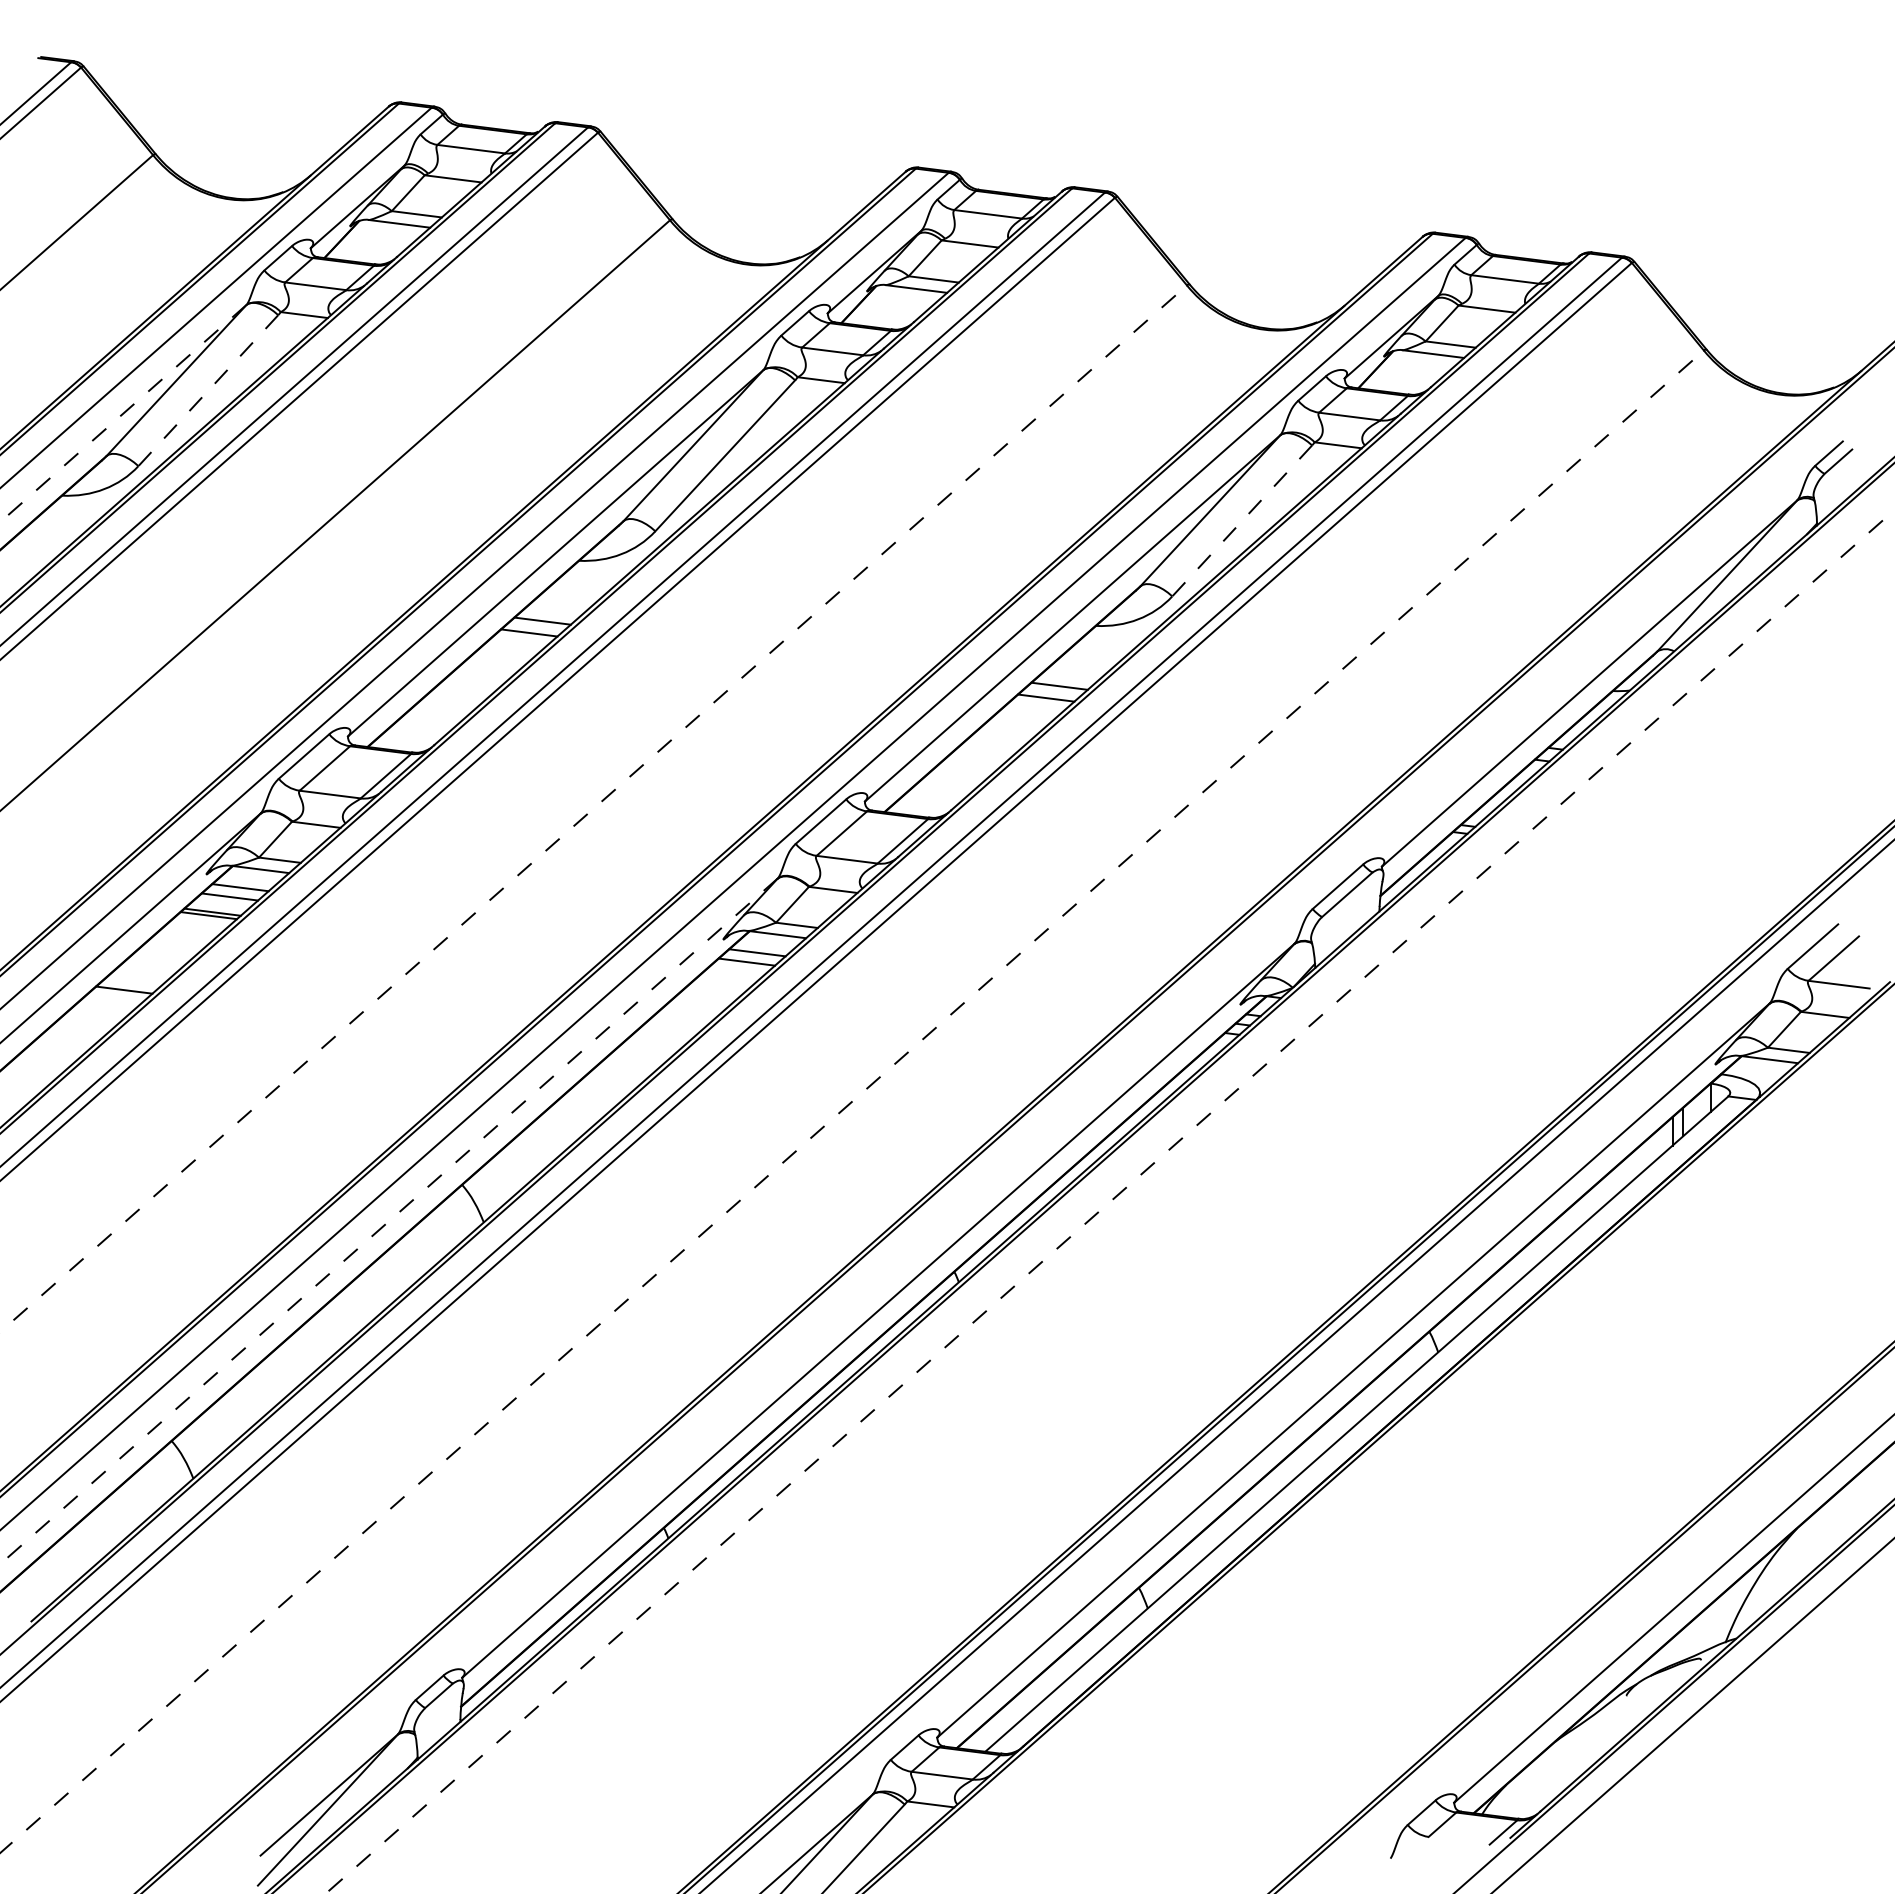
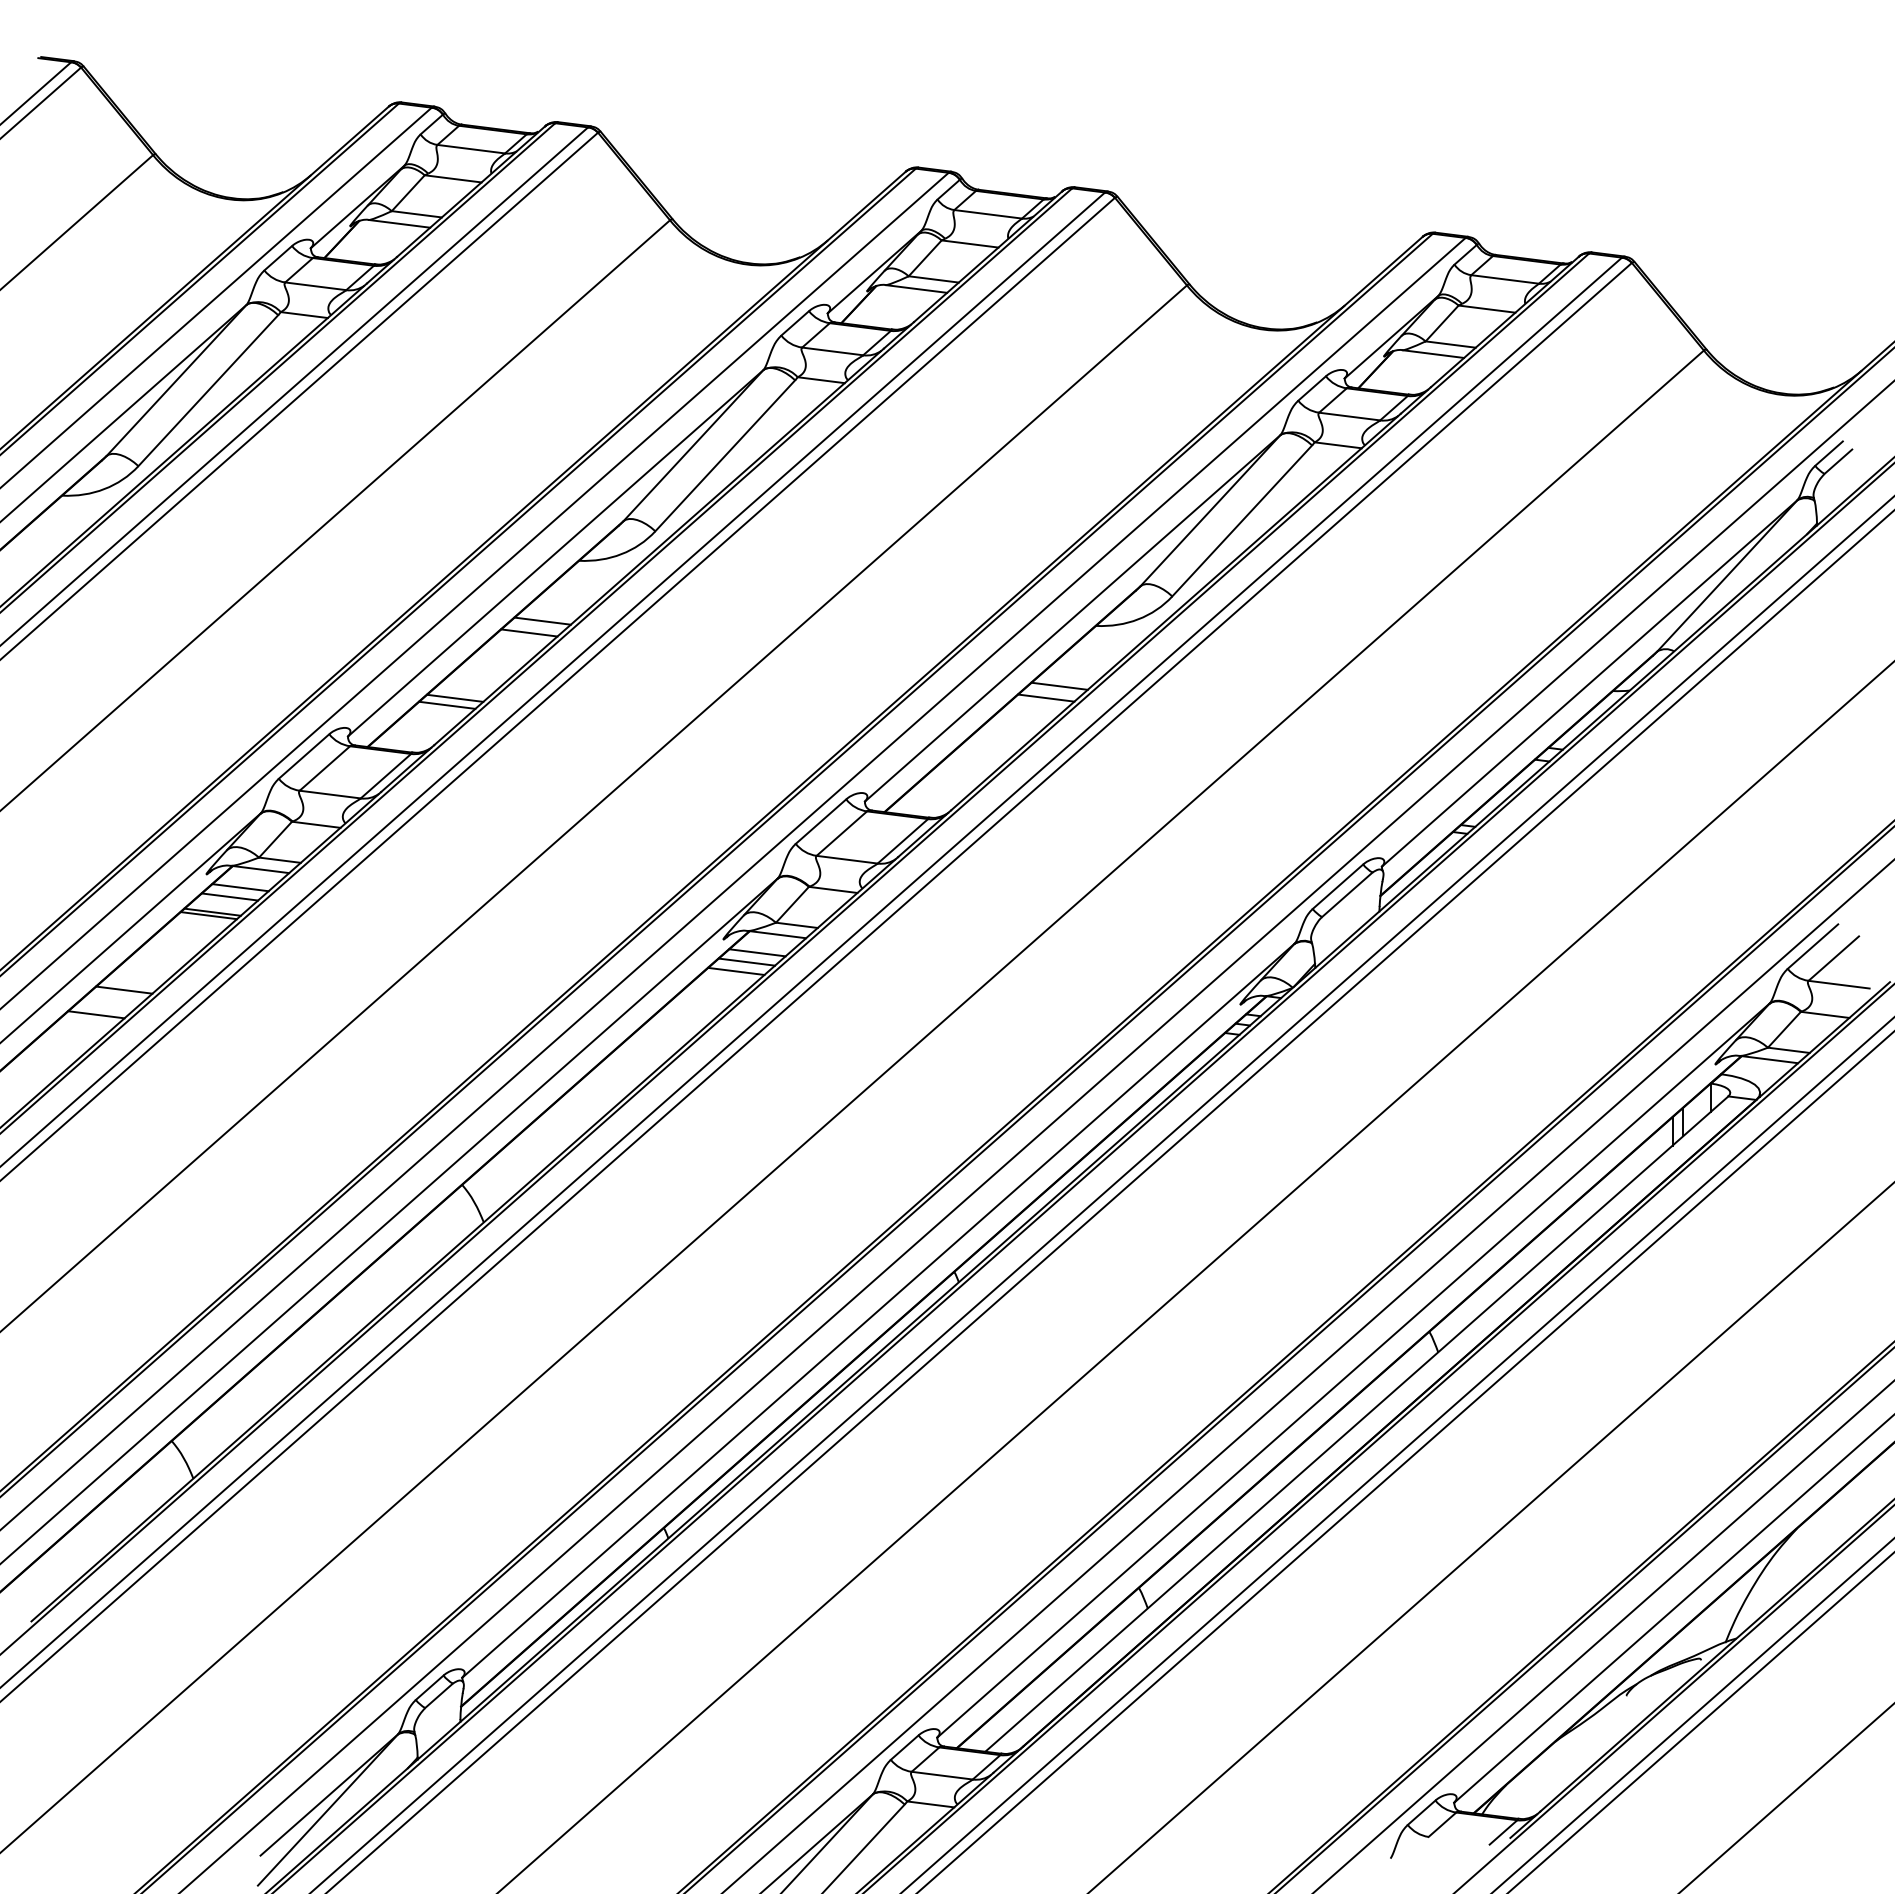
line at (208, 390): dashed -> solid
line at (123, 413): dashed -> solid
line at (1242, 520): dashed -> solid
line at (455, 697): none -> present
line at (447, 704): none -> present
line at (593, 808): dashed -> solid
line at (736, 970): none -> present
line at (96, 1014): none -> present
line at (852, 1101): dashed -> solid
line at (1036, 1136): none -> present
line at (1102, 1194): none -> present
line at (1110, 1201): dashed -> solid
line at (388, 1221): dashed -> solid
line at (1195, 1276): none -> present
line at (1297, 1366) position: (1297, 1366) -> (1308, 1376)
line at (1397, 1454): none -> present
line at (1405, 1461): none -> present
line at (1491, 1537): none -> present
line at (1603, 1636): none -> present
line at (1700, 1722): none -> present
line at (1786, 1797): none -> present
